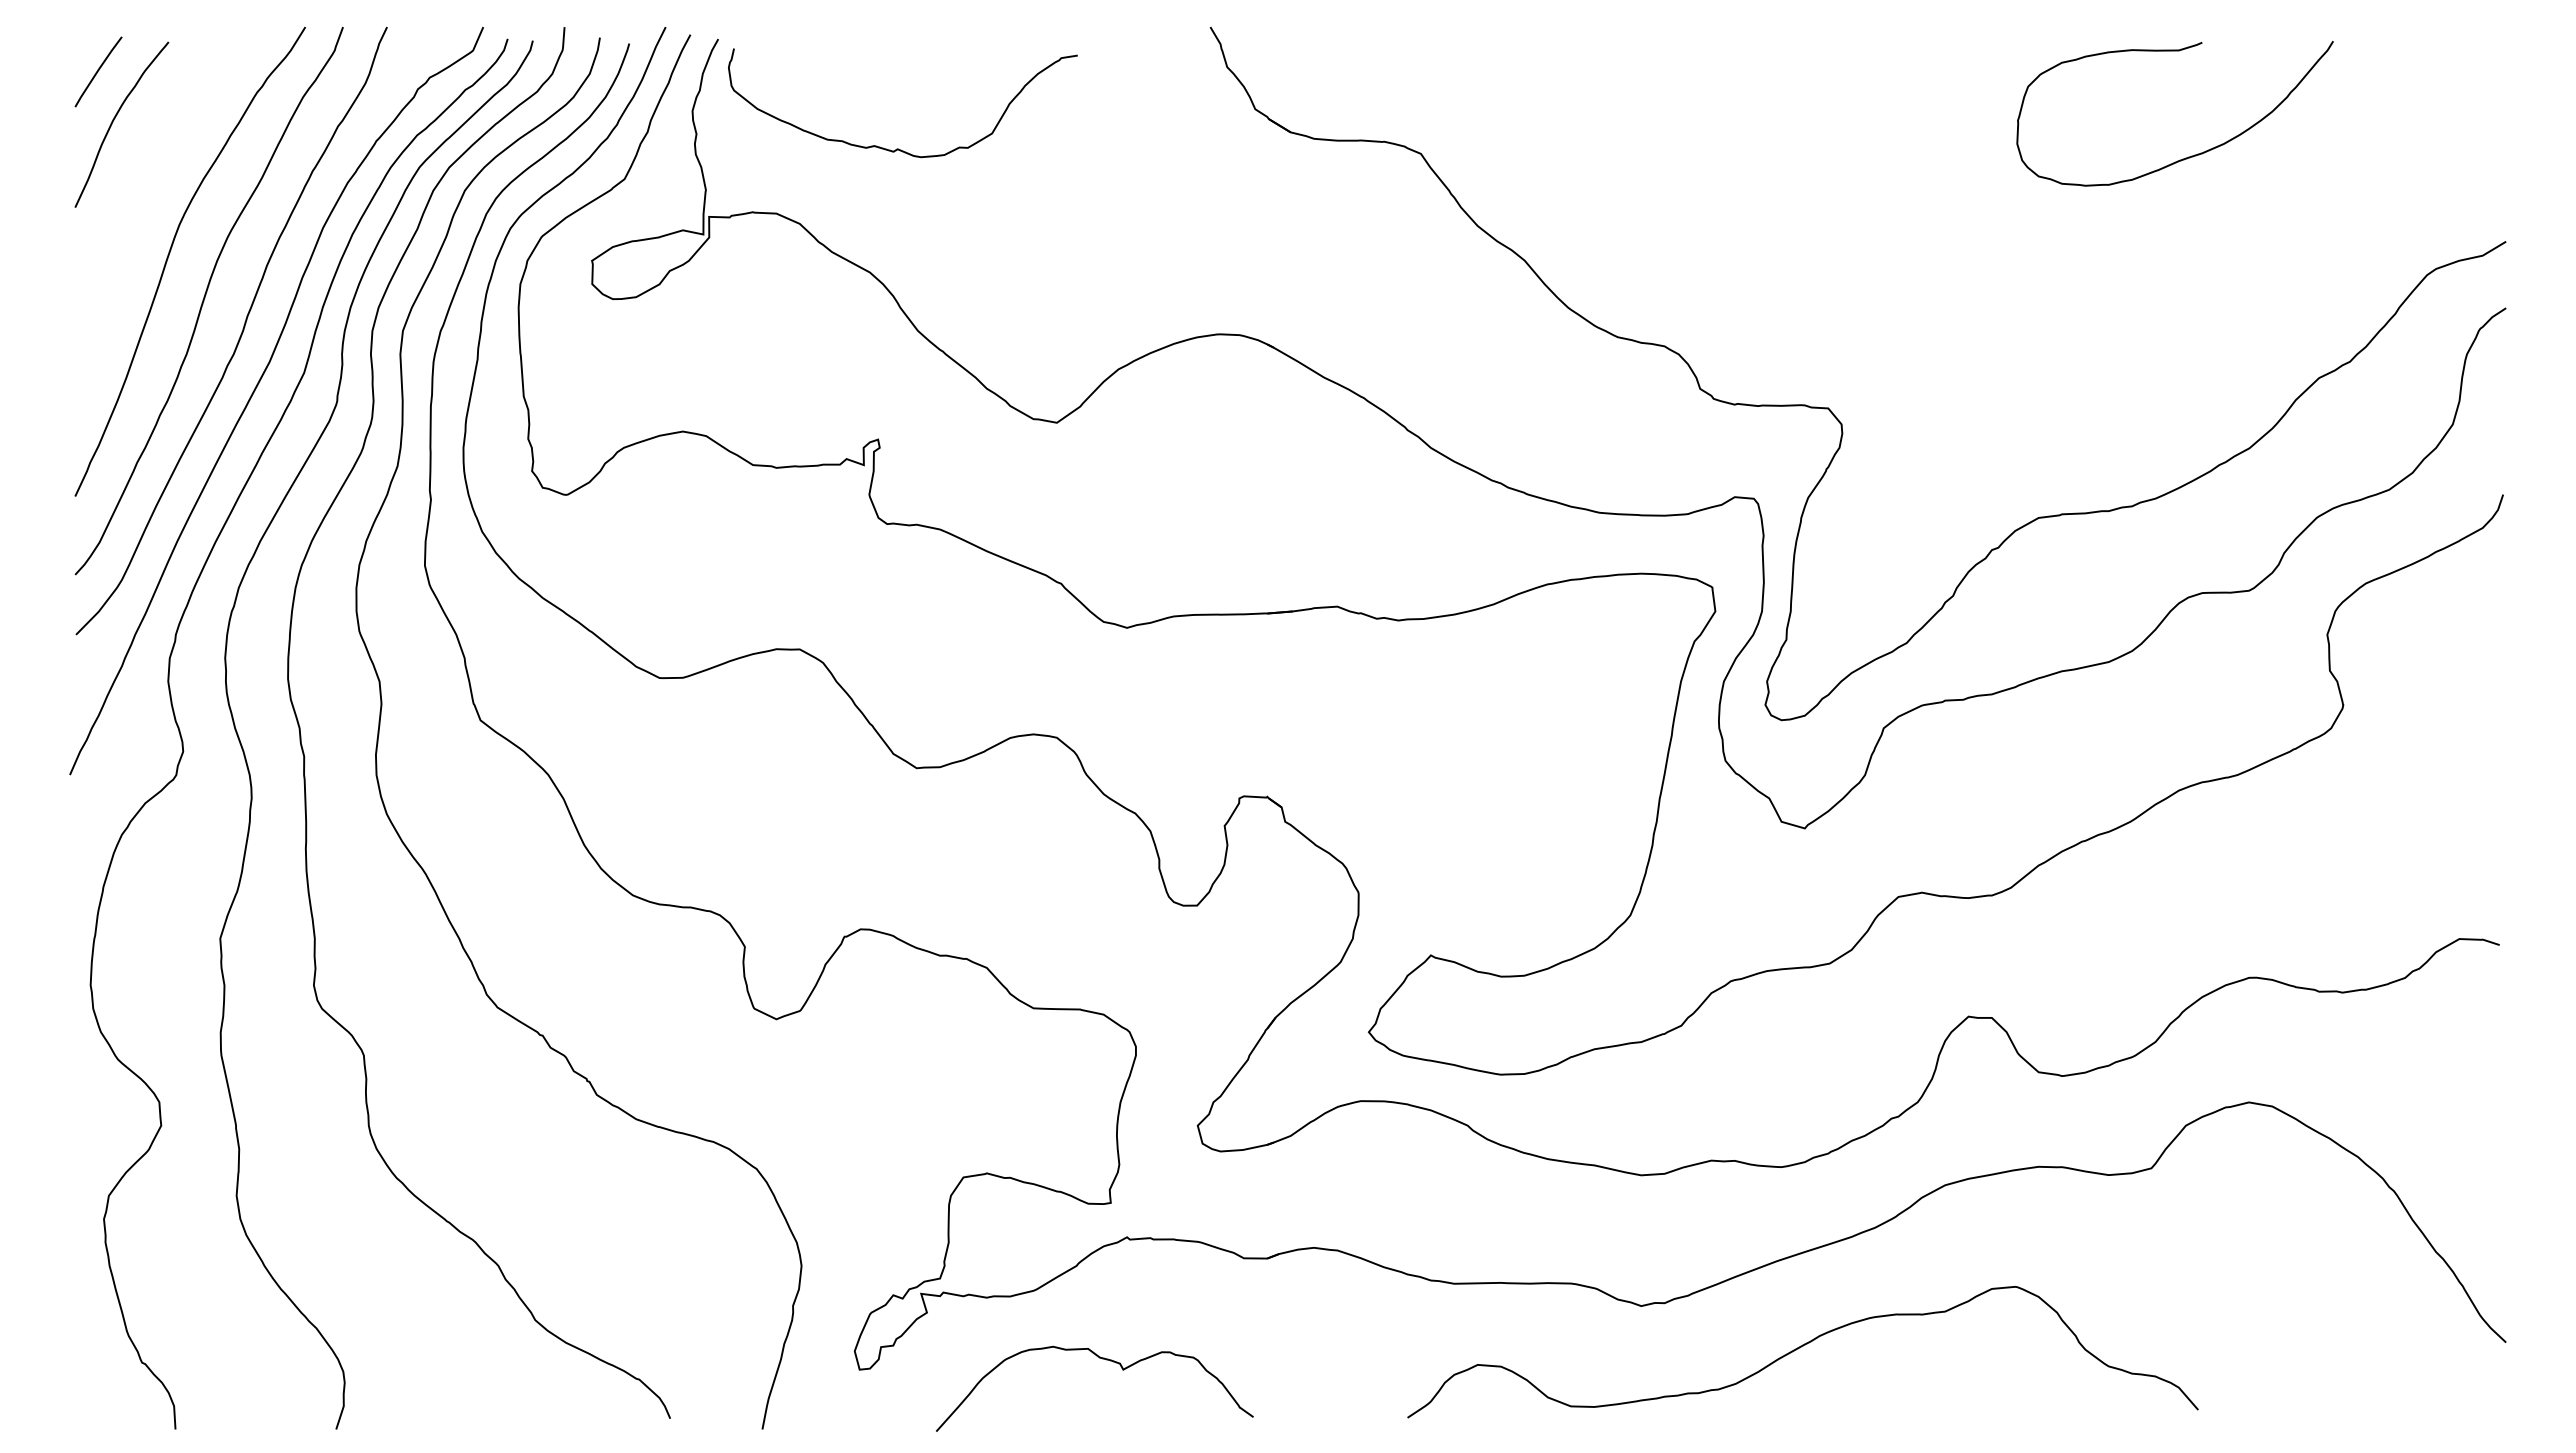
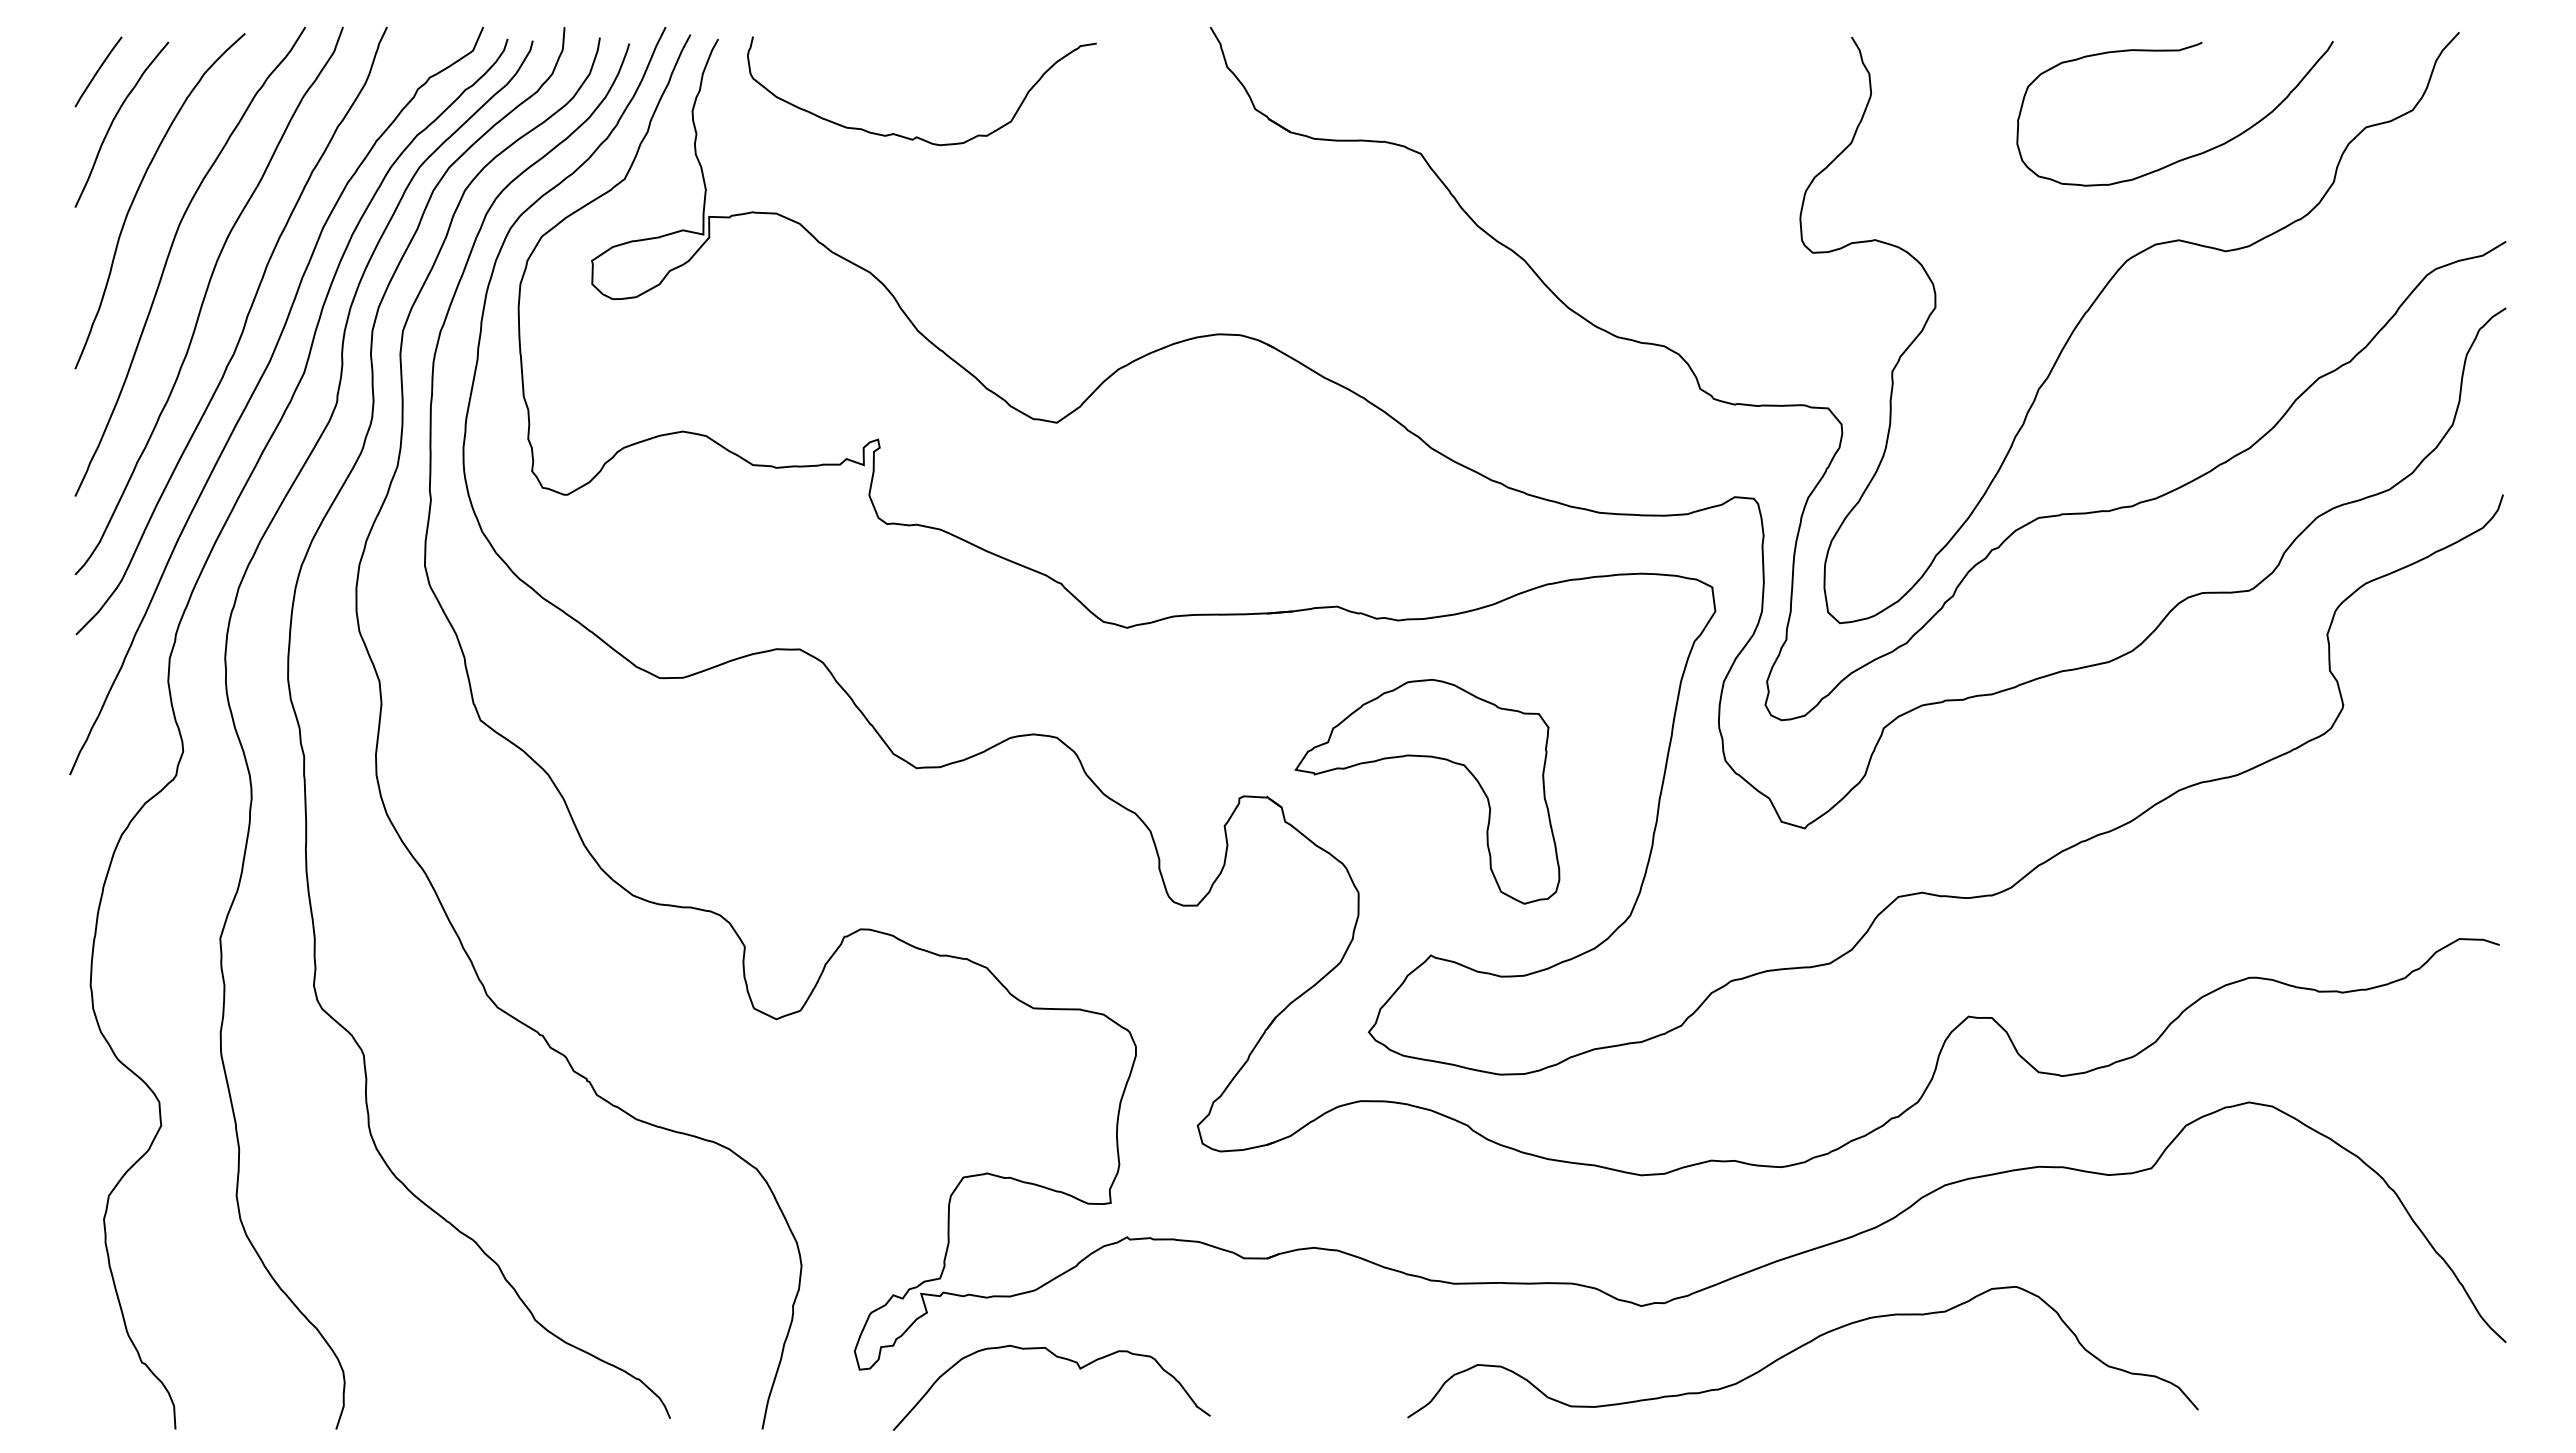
curve at (898, 148) position: (898, 148) -> (917, 136)
curve at (138, 191): none -> present
curve at (2094, 303): none -> present
part at (1434, 758): none -> present
curve at (1102, 1359) position: (1102, 1359) -> (1059, 1358)
